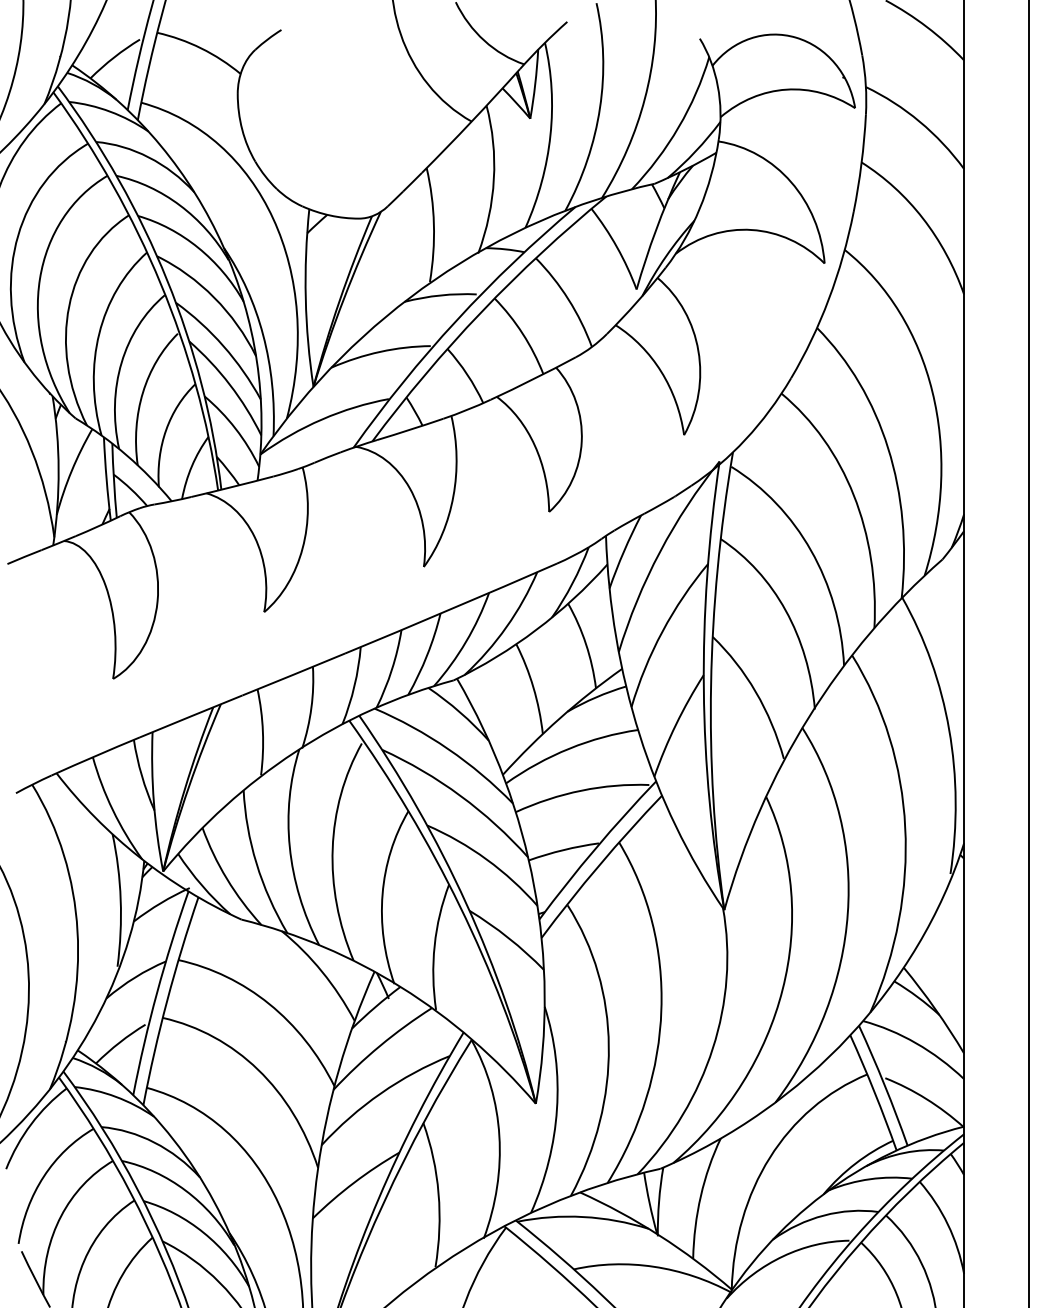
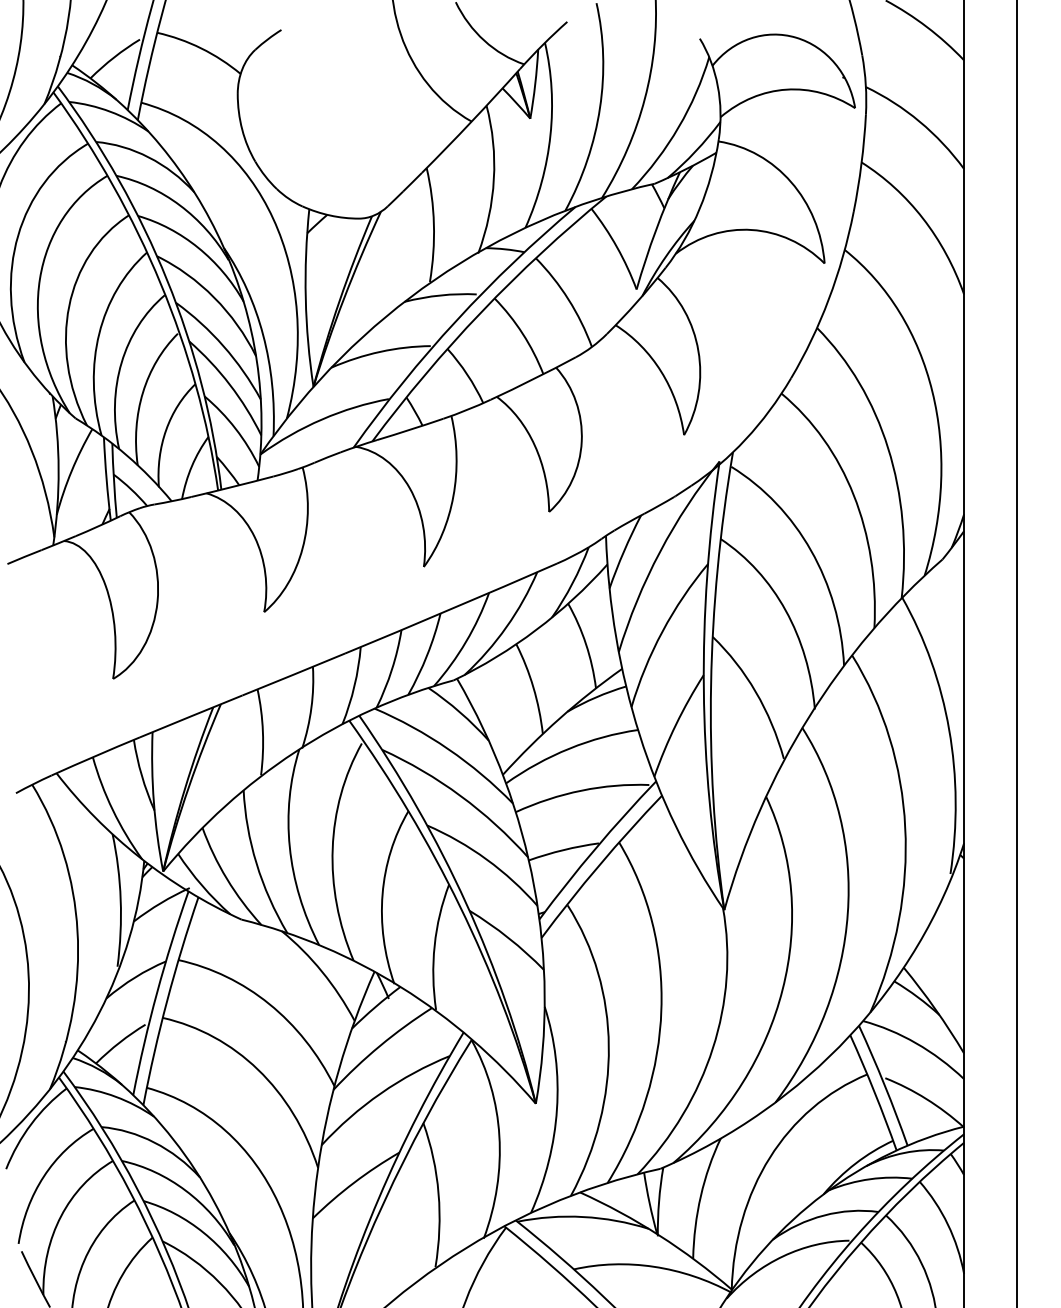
line at (1029, 653) position: (1029, 653) -> (1017, 653)
